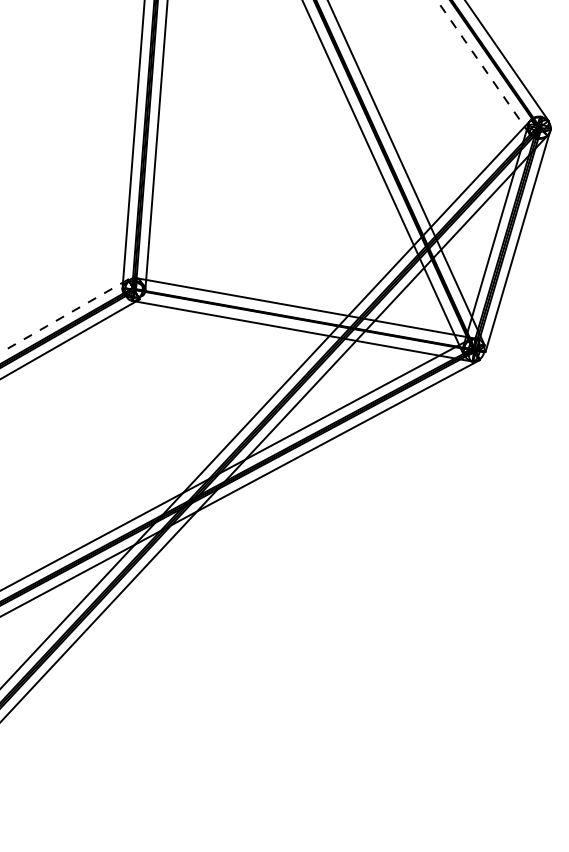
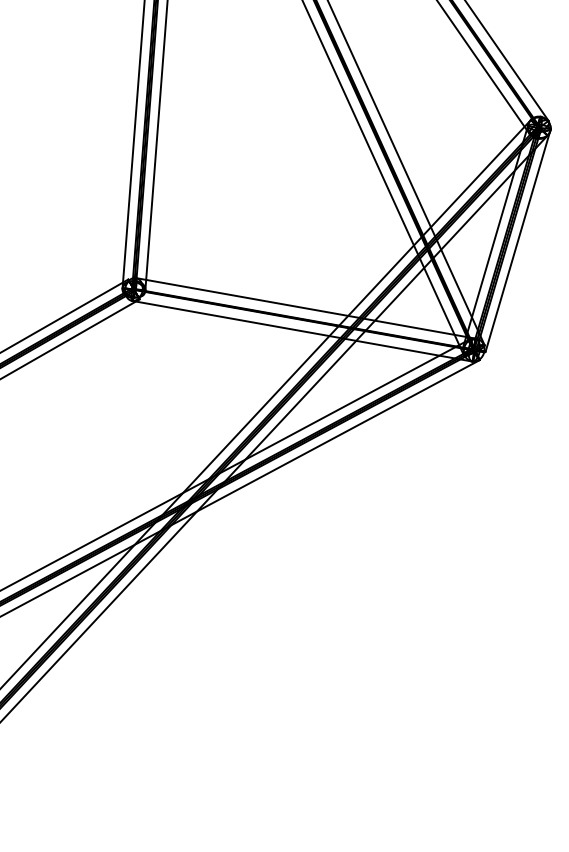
line at (483, 67): dashed -> solid
line at (64, 316): dashed -> solid
